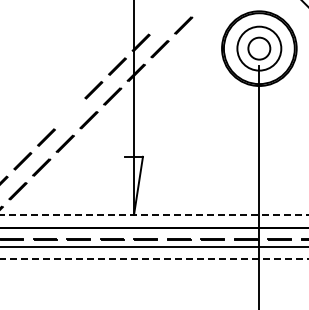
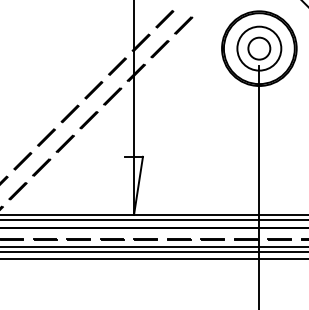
line at (164, 19): none -> present
line at (69, 113): none -> present
line at (154, 214): dashed -> solid
line at (153, 219): none -> present
line at (153, 251): none -> present
line at (154, 259): dashed -> solid
